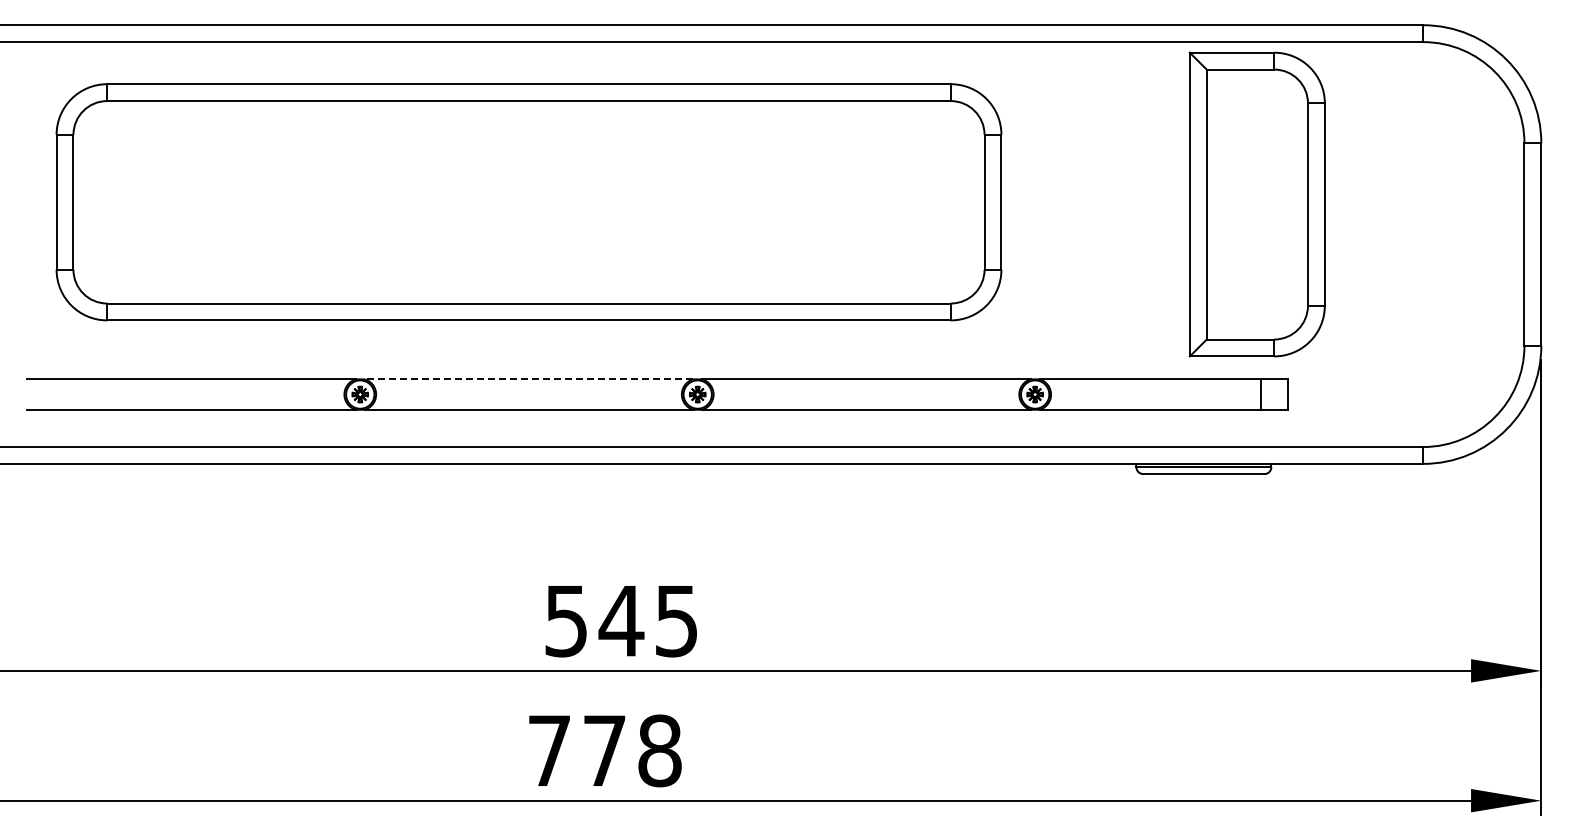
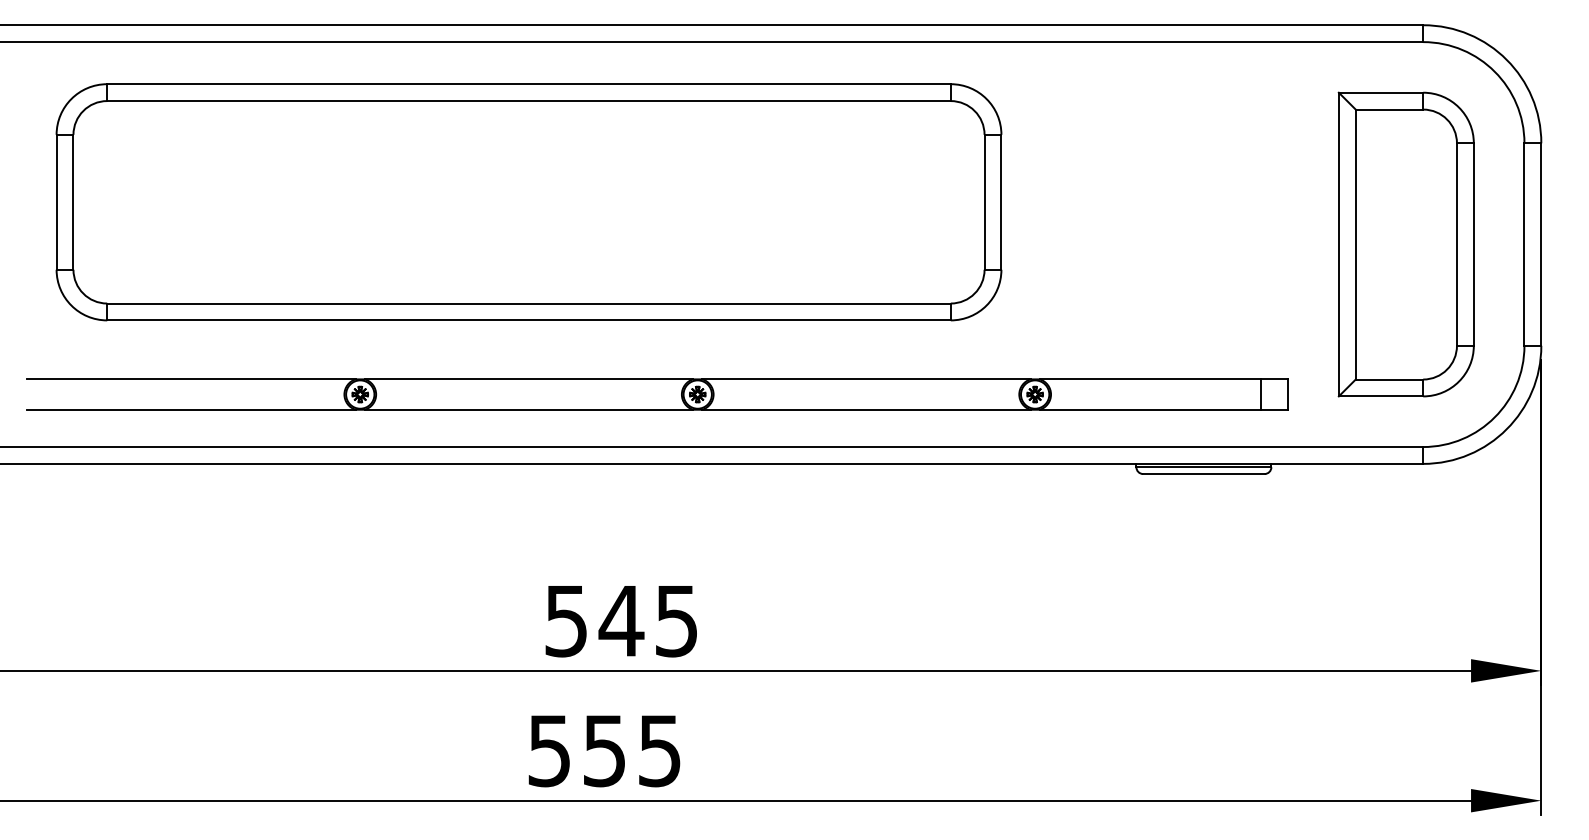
part at (1256, 204) position: (1256, 204) -> (1405, 244)
line at (528, 379): dashed -> solid
text at (604, 750): 778 -> 555
